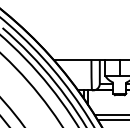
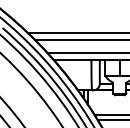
line at (77, 33): none -> present
line at (80, 40): none -> present
line at (86, 53): none -> present
